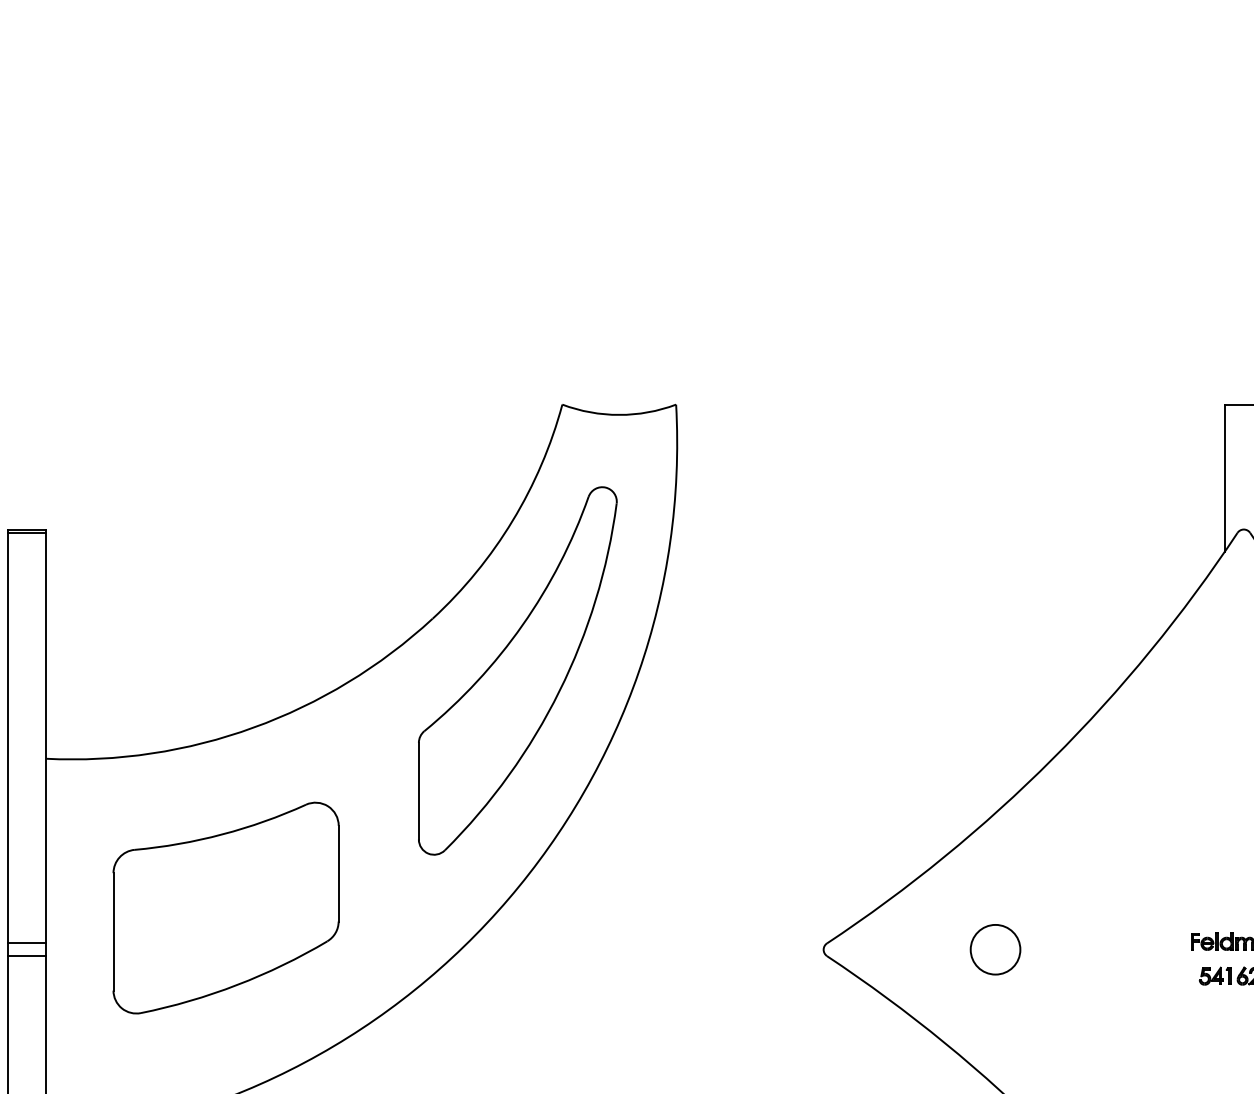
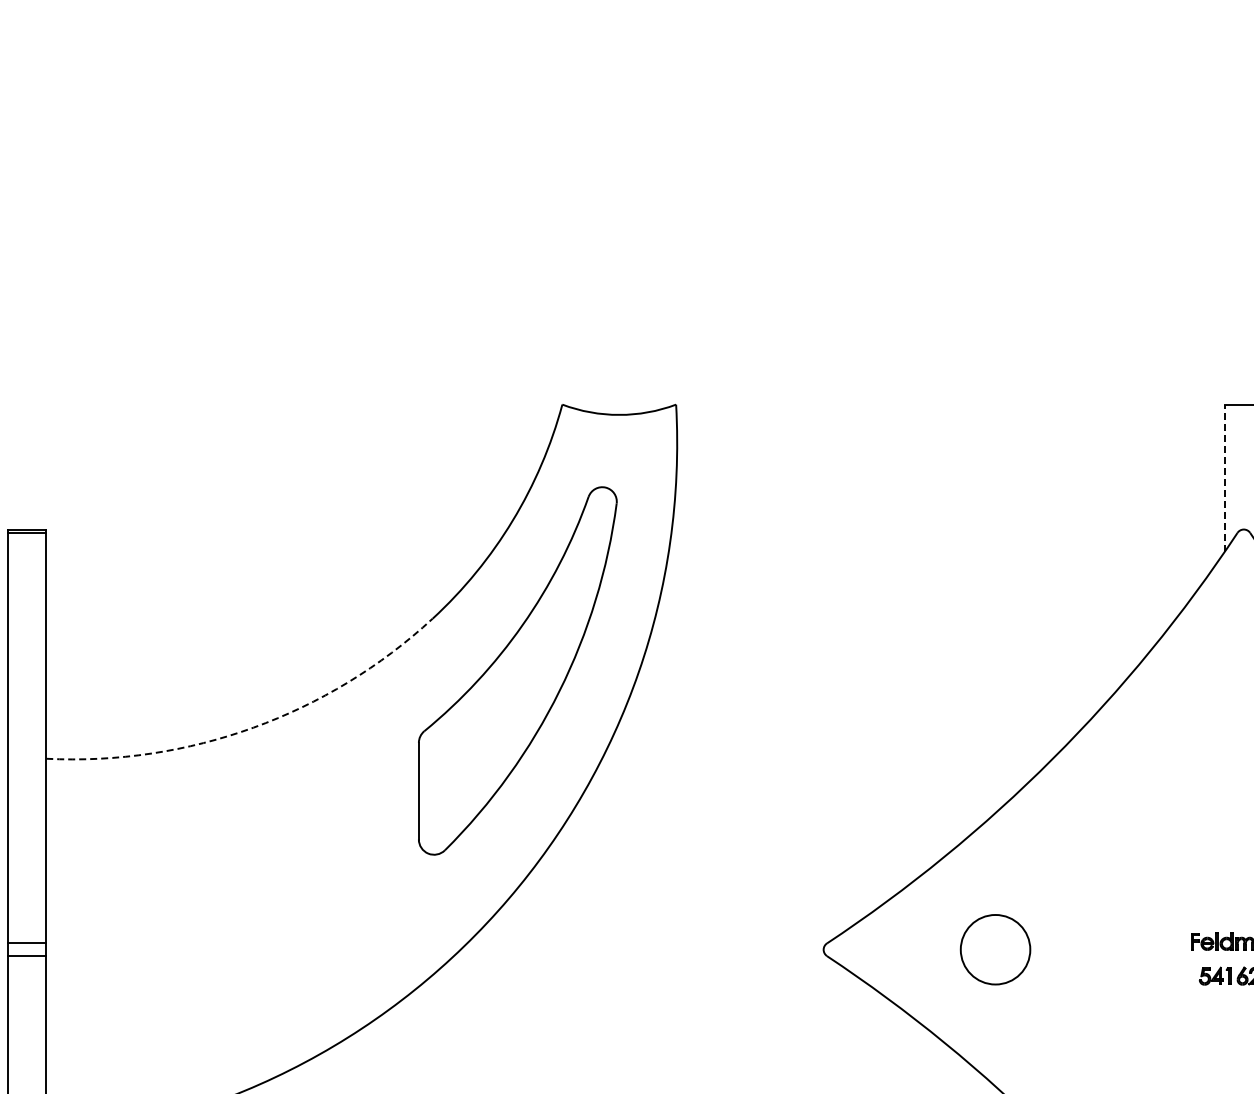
line at (1224, 478): solid -> dashed
arc at (253, 727): solid -> dashed
part at (225, 907): present -> none
circle at (995, 949) diameter: 50 px -> 70 px
